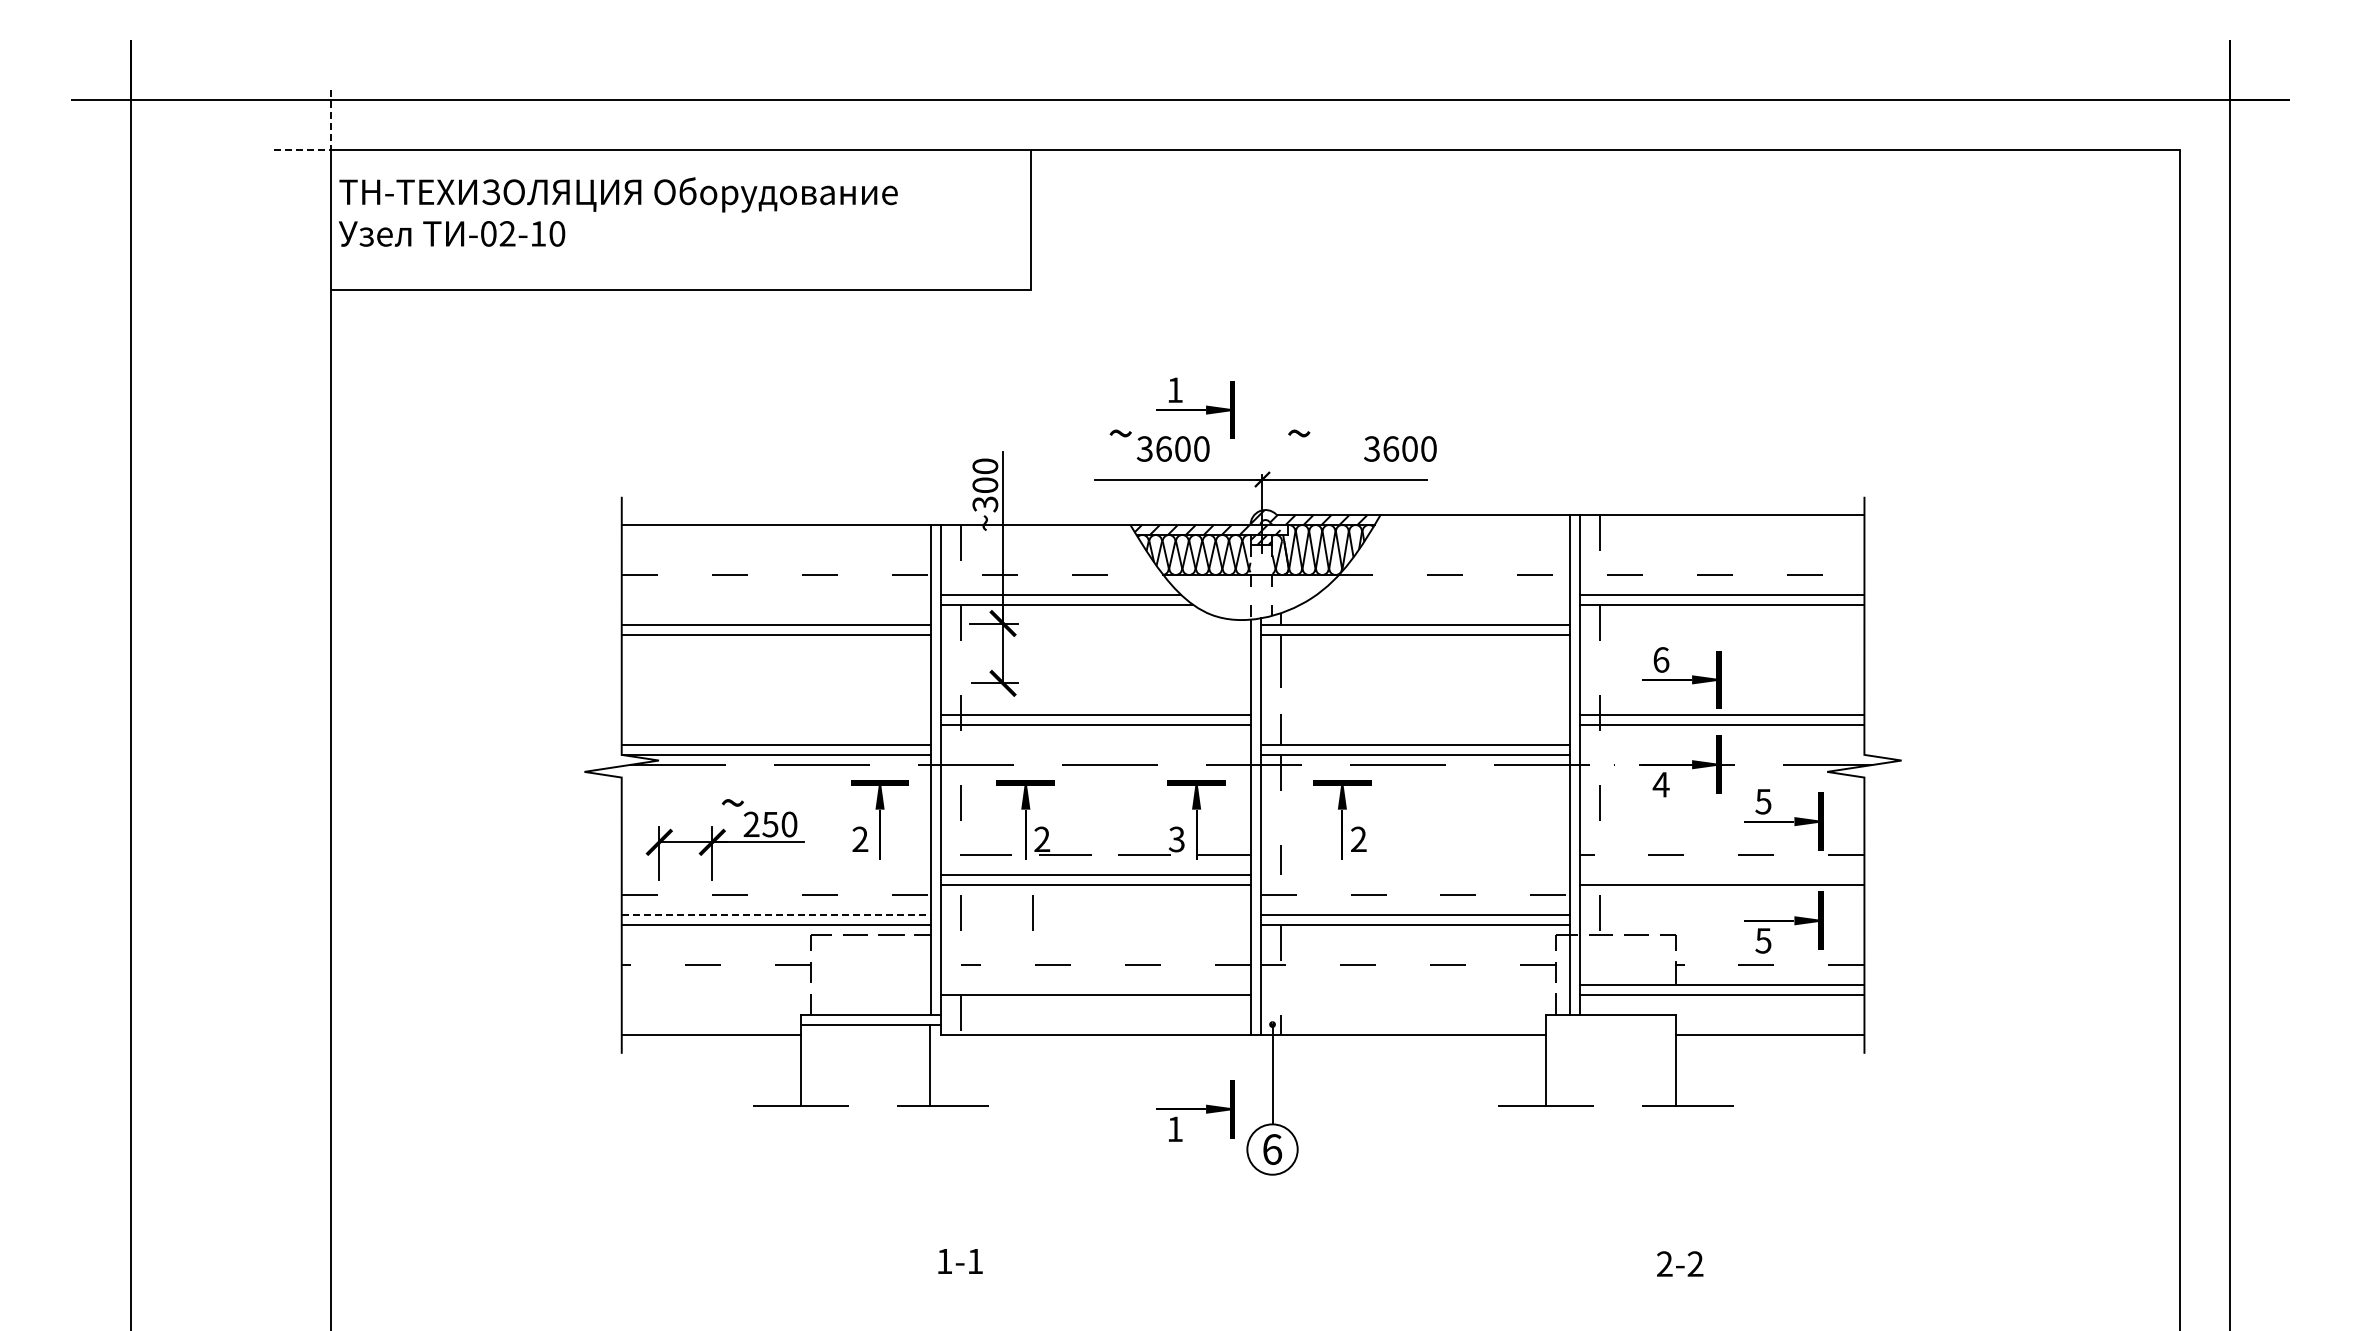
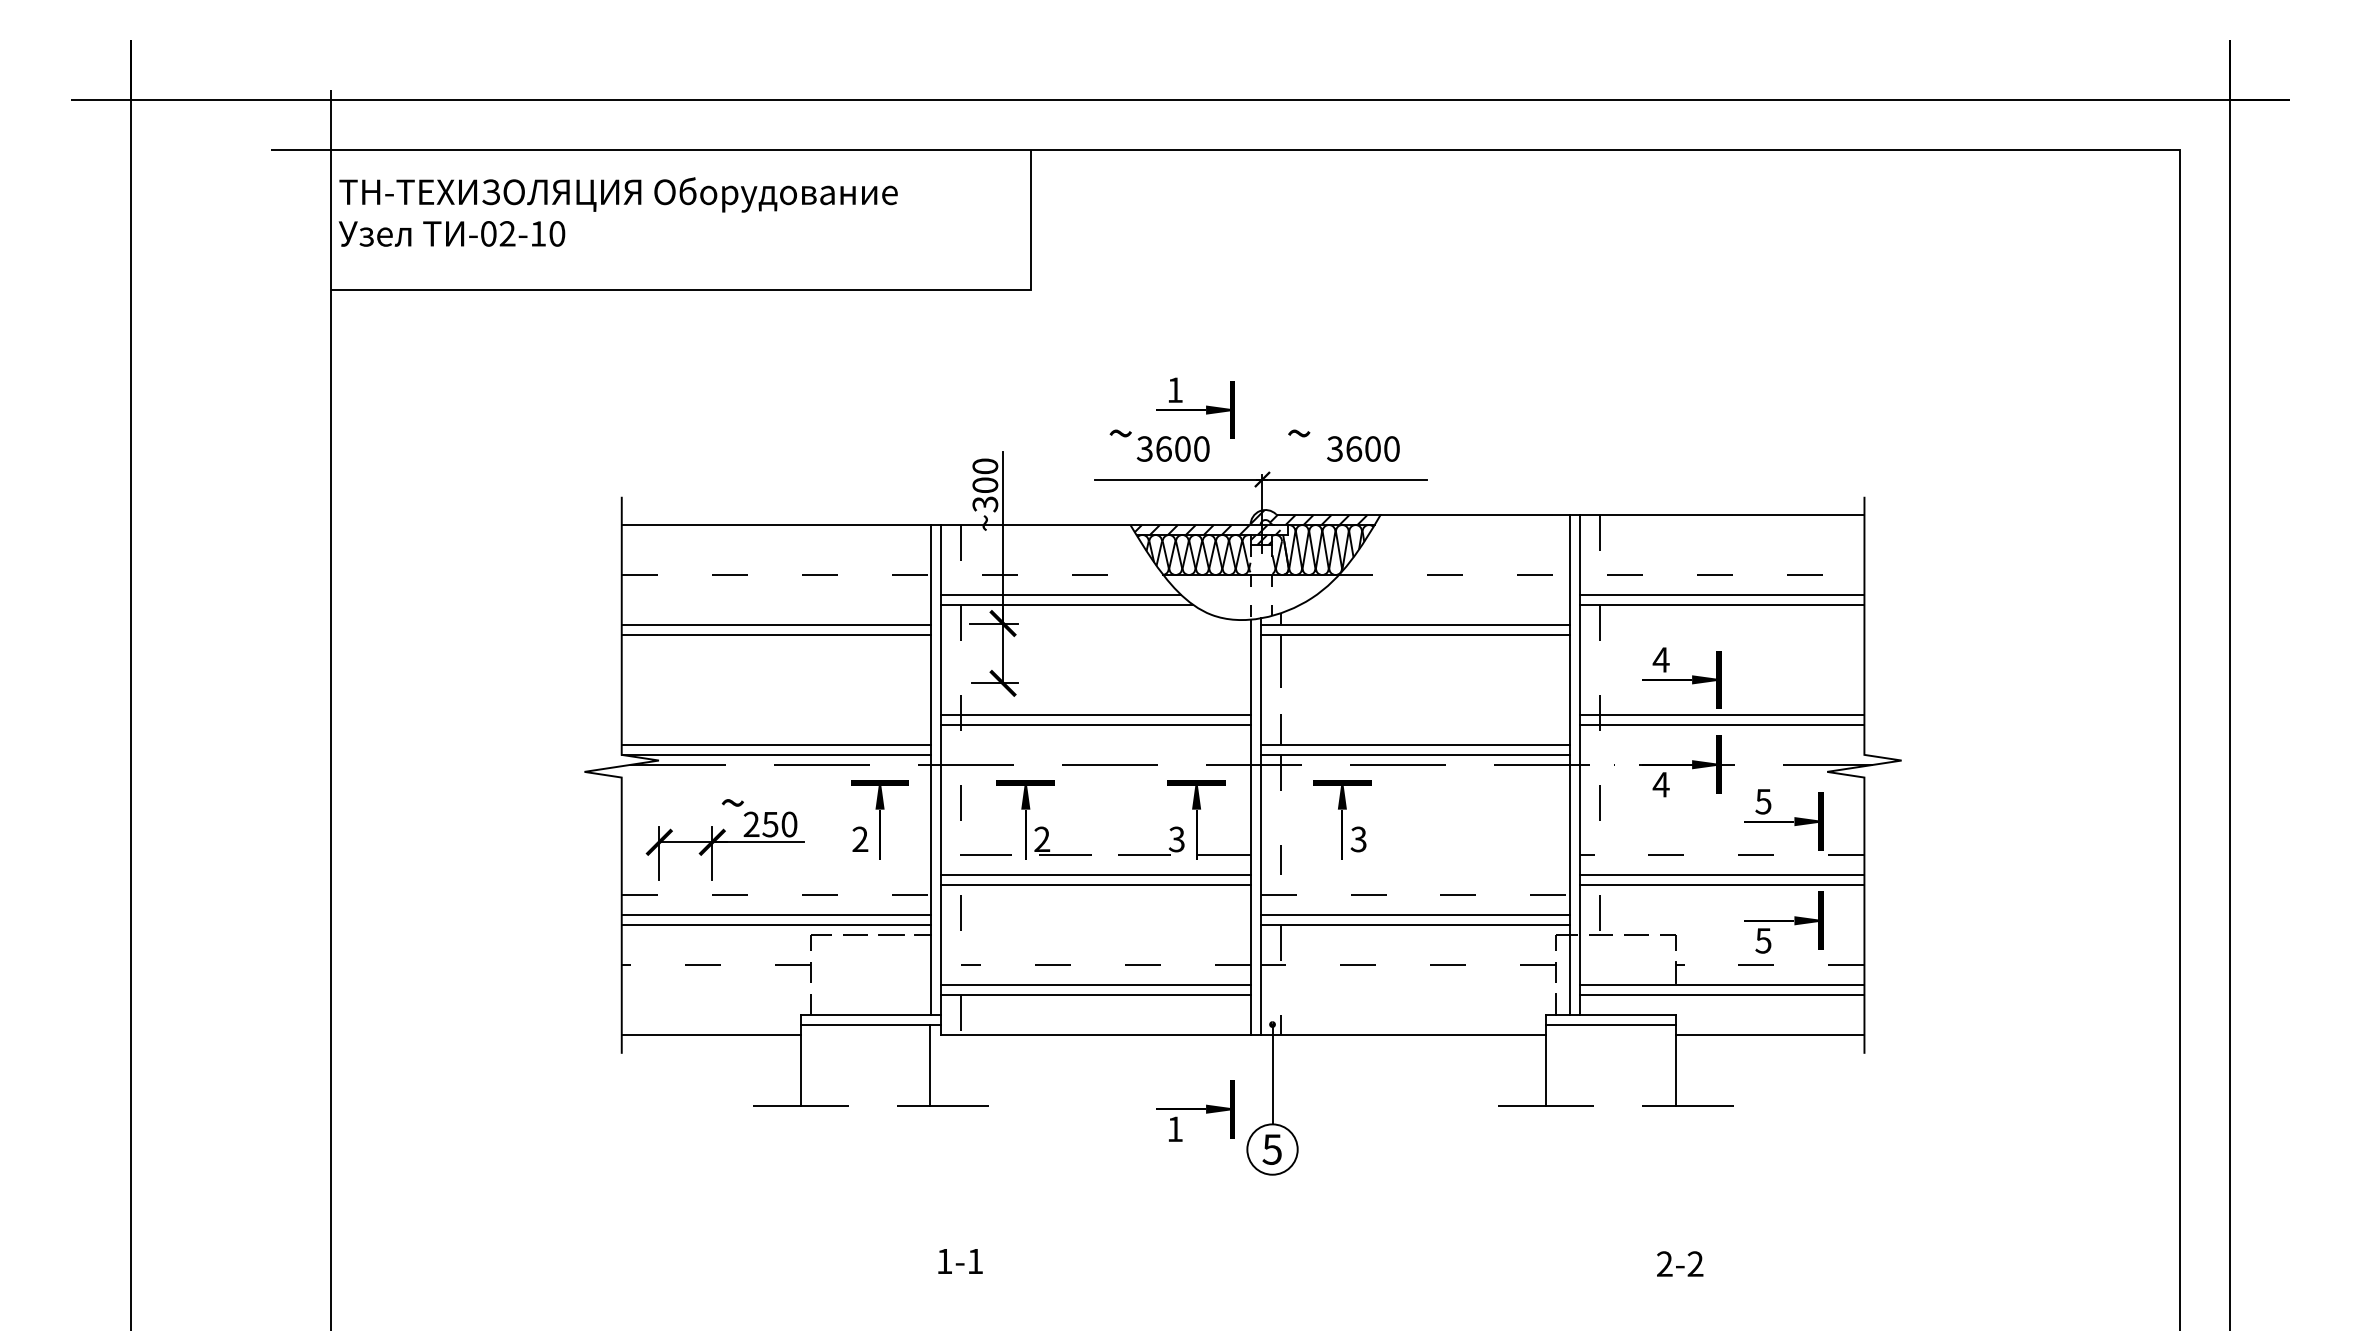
line at (330, 149): dashed -> solid
text at (1400, 448) position: (1400, 448) -> (1363, 448)
text at (1660, 659): 6 -> 4
text at (1358, 839): 2 -> 3
line at (1722, 874): none -> present
line at (1032, 912): present -> none
line at (776, 914): dashed -> solid
line at (1095, 984): none -> present
line at (1611, 1024): none -> present
text at (1272, 1149): 6 -> 5
